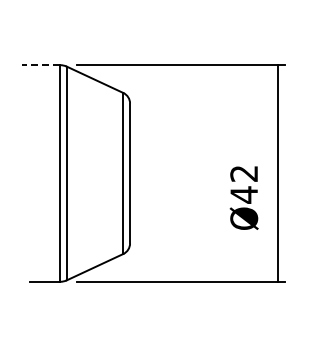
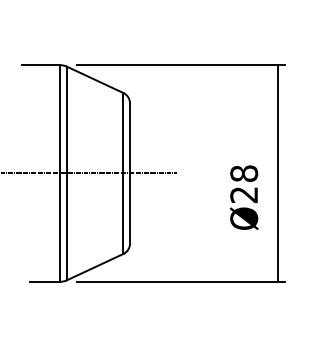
line at (41, 65): dashed -> solid
line at (89, 173): none -> present
text at (244, 184): Ø42 -> Ø28
